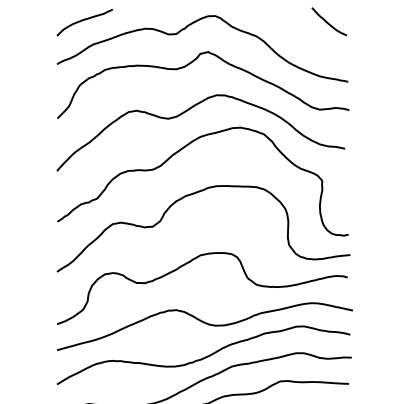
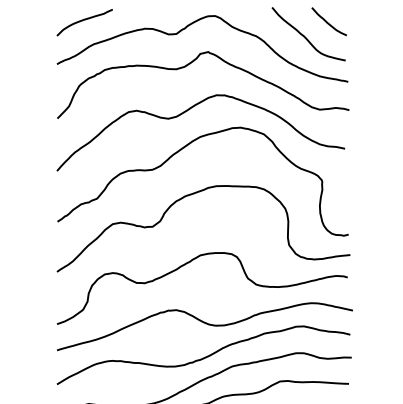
curve at (305, 36): none -> present
